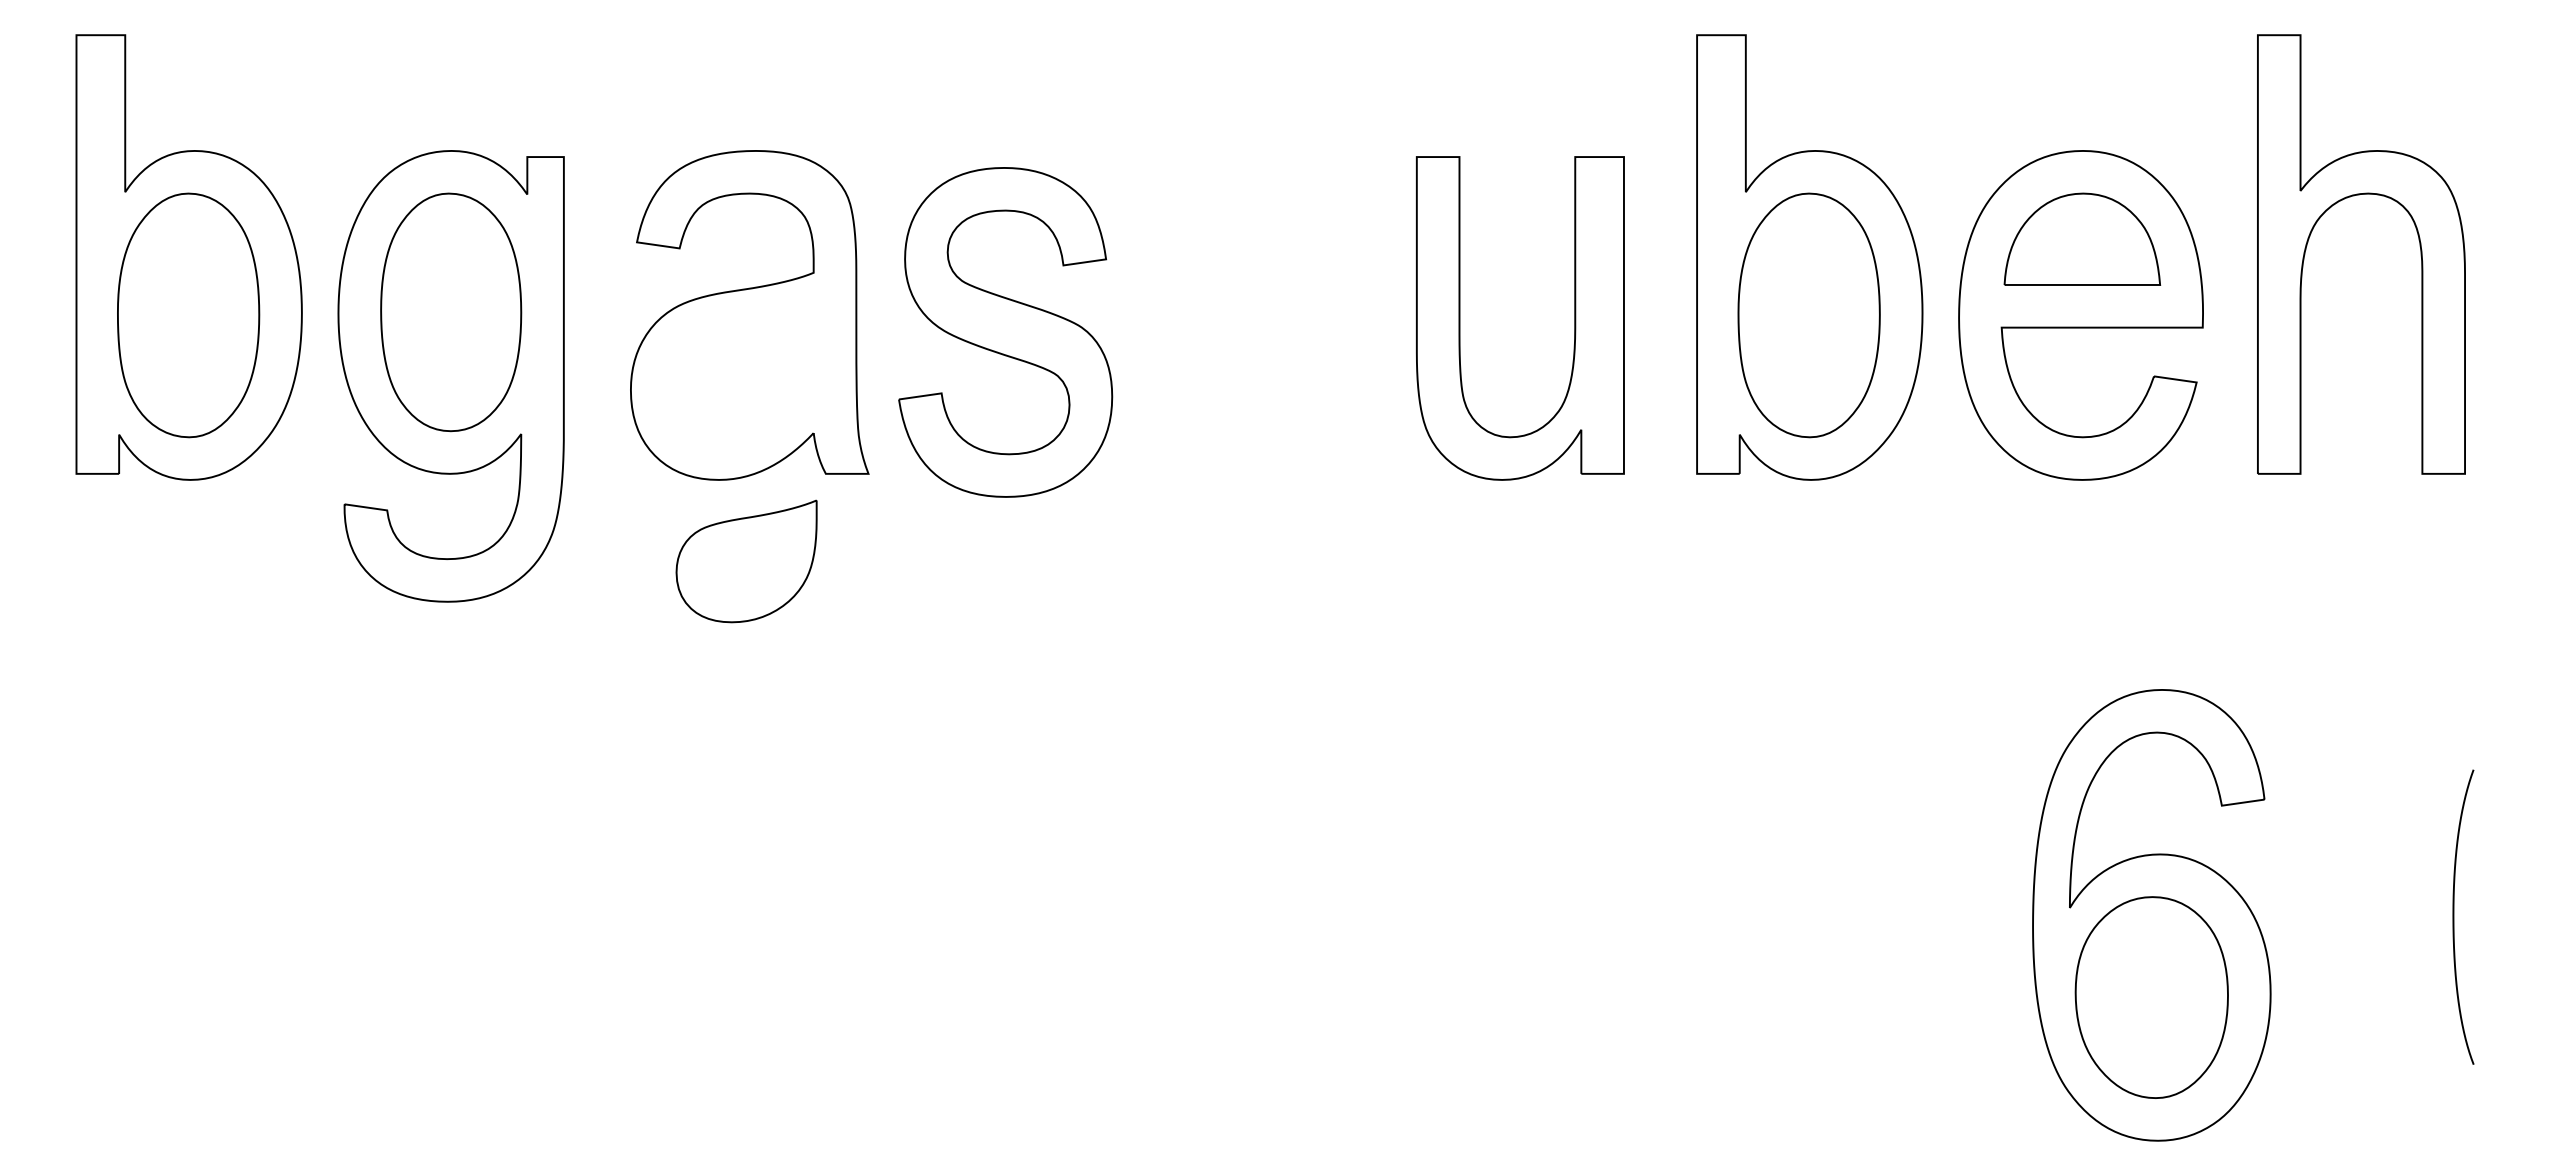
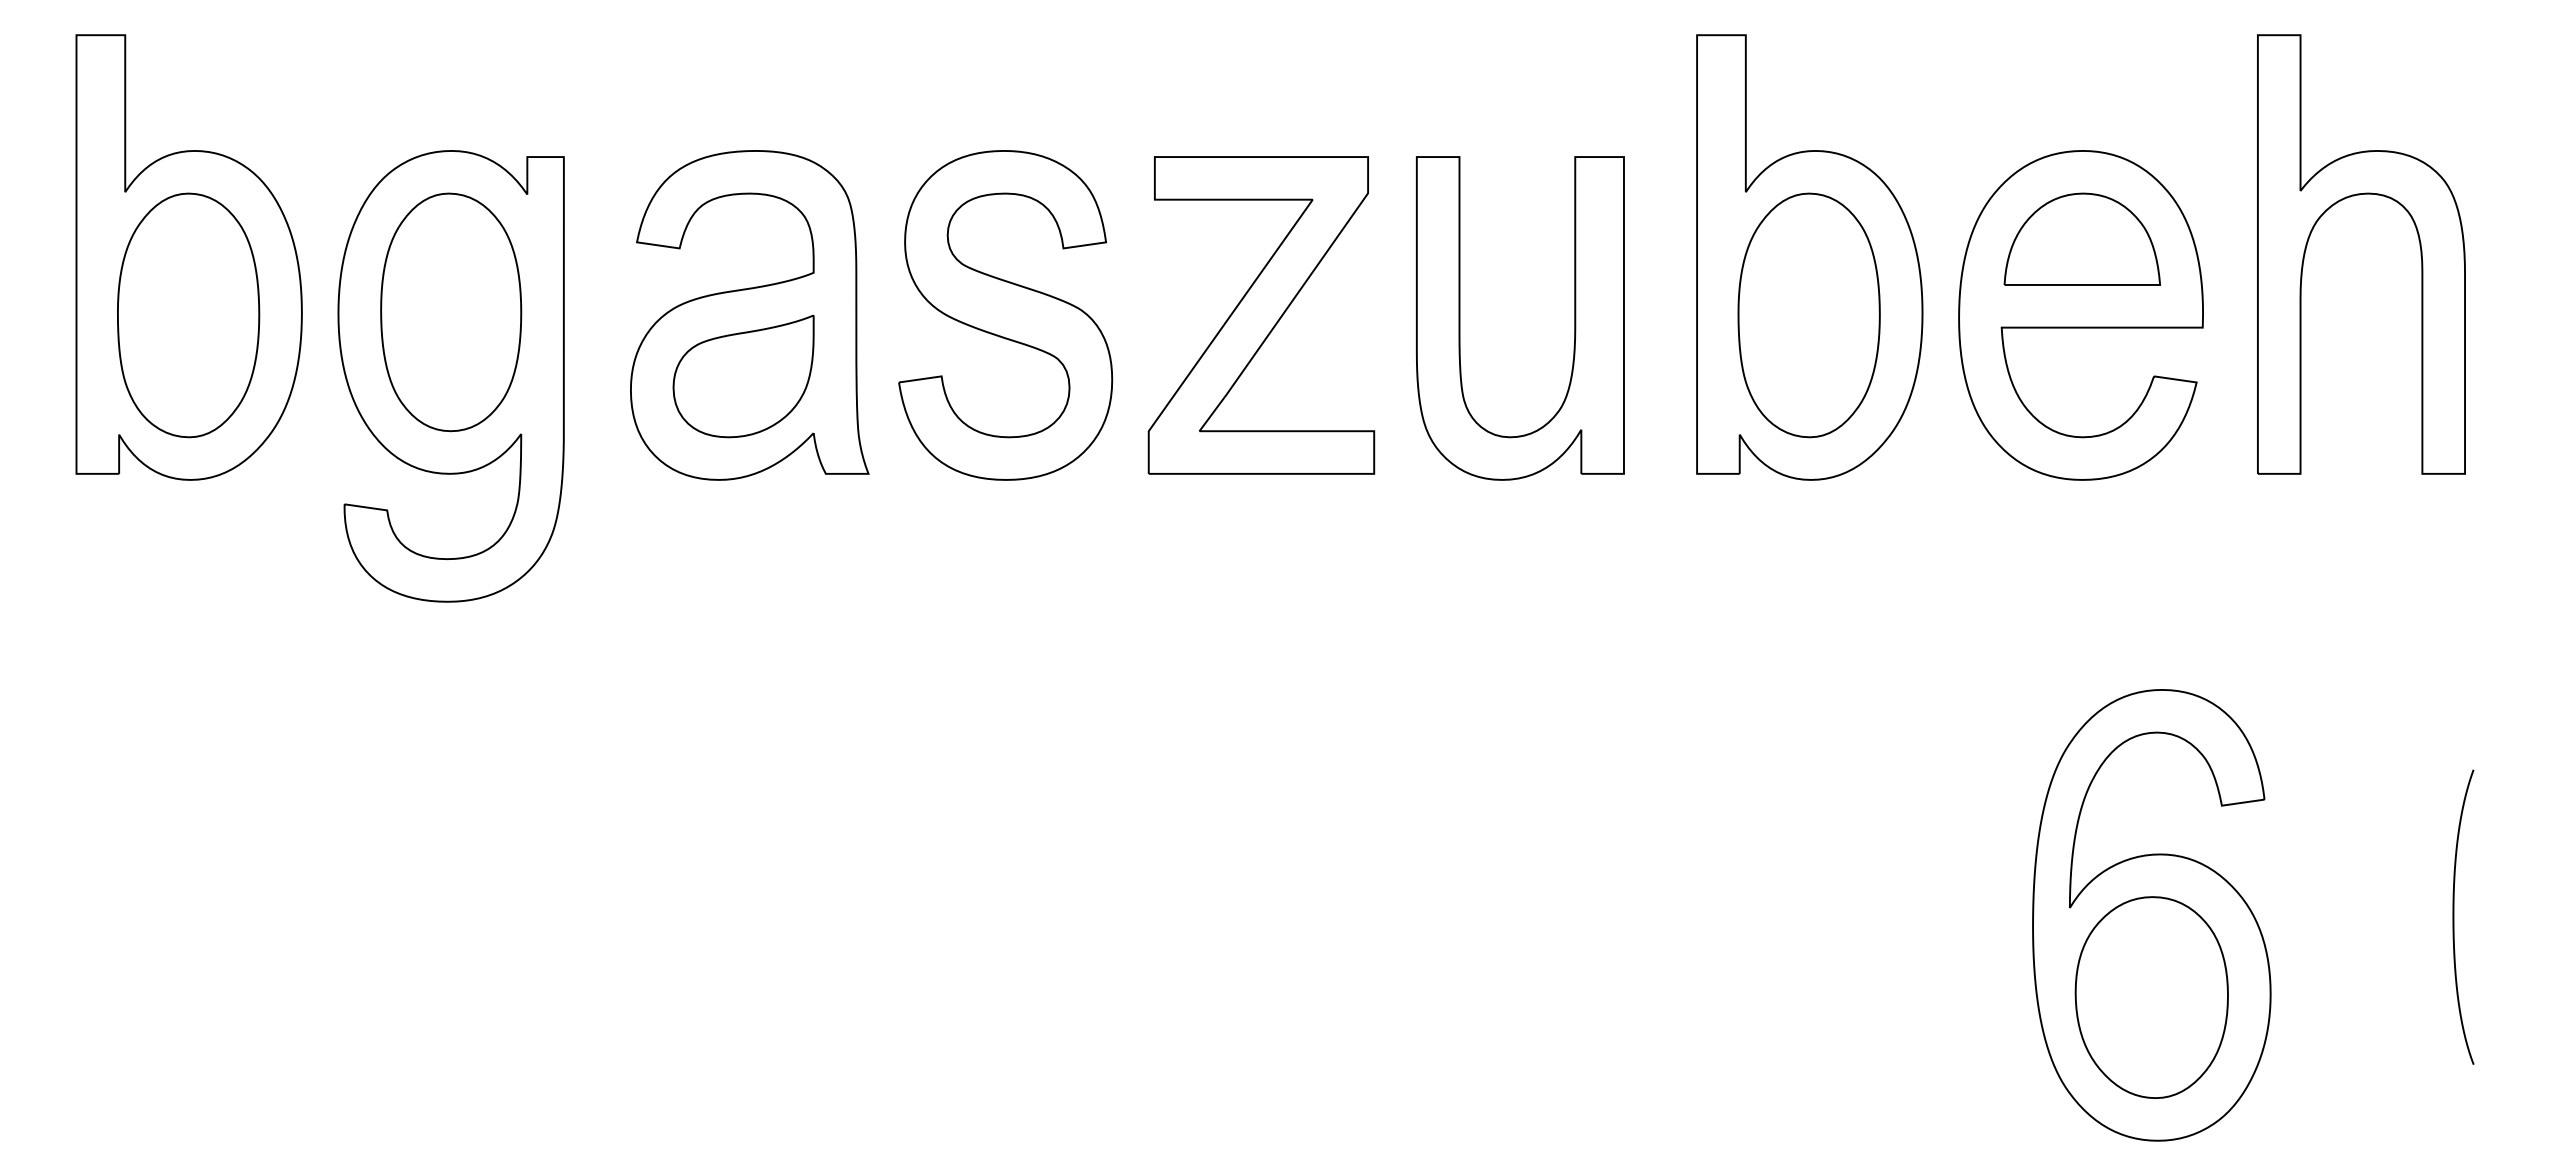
part at (1261, 315): none -> present
part at (1005, 332) position: (1005, 332) -> (1005, 315)
part at (746, 561) position: (746, 561) -> (743, 376)
